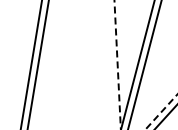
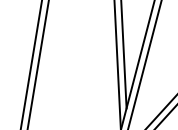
line at (123, 55): none -> present
line at (117, 65): dashed -> solid
line at (161, 111): dashed -> solid
